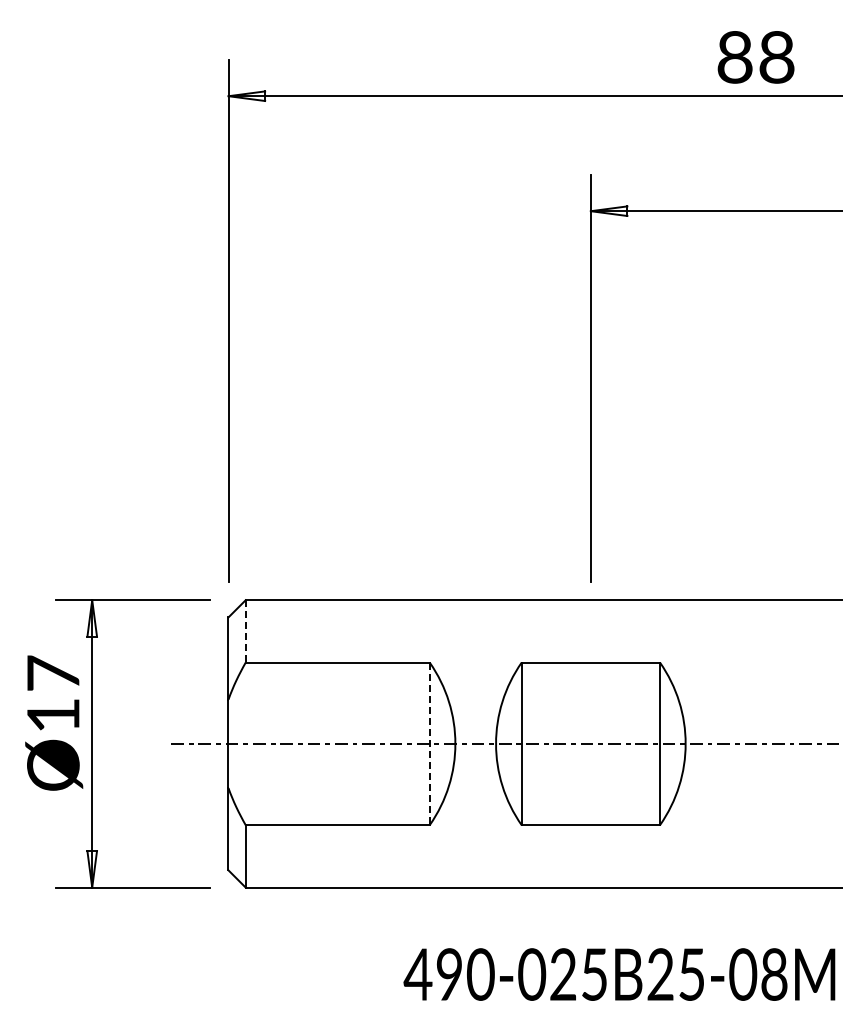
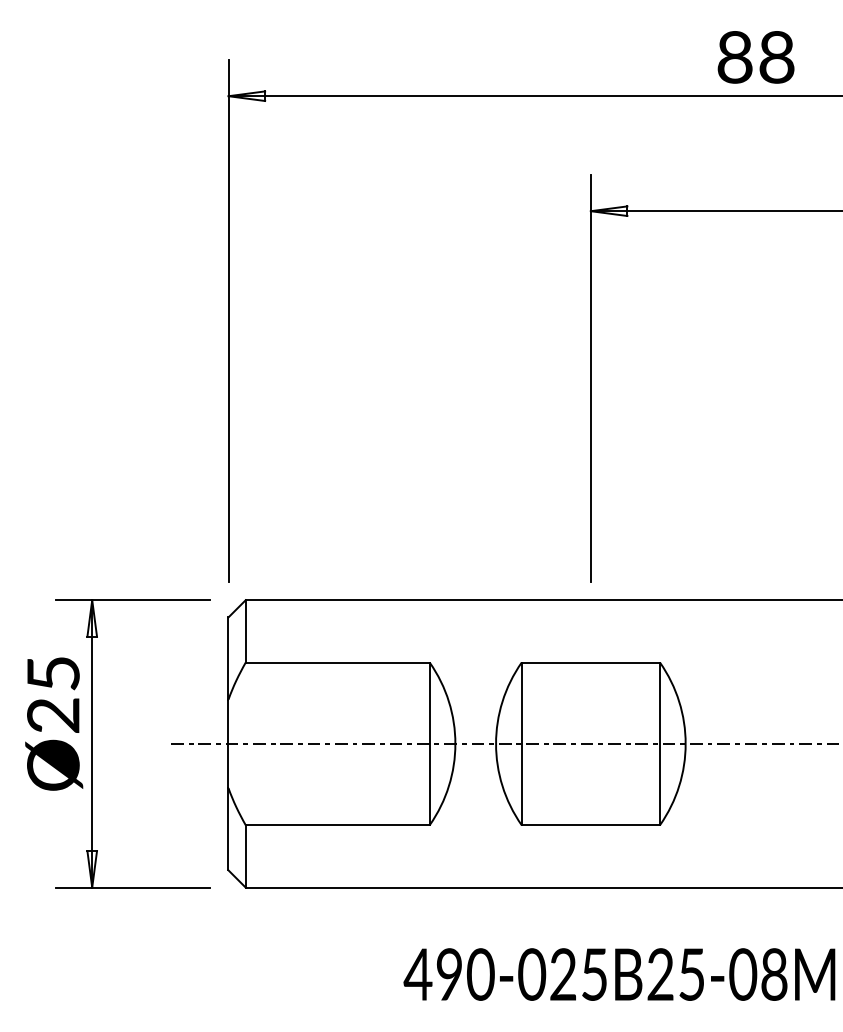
line at (245, 631): dashed -> solid
text at (53, 693): Ø17 -> Ø25
line at (429, 744): dashed -> solid
